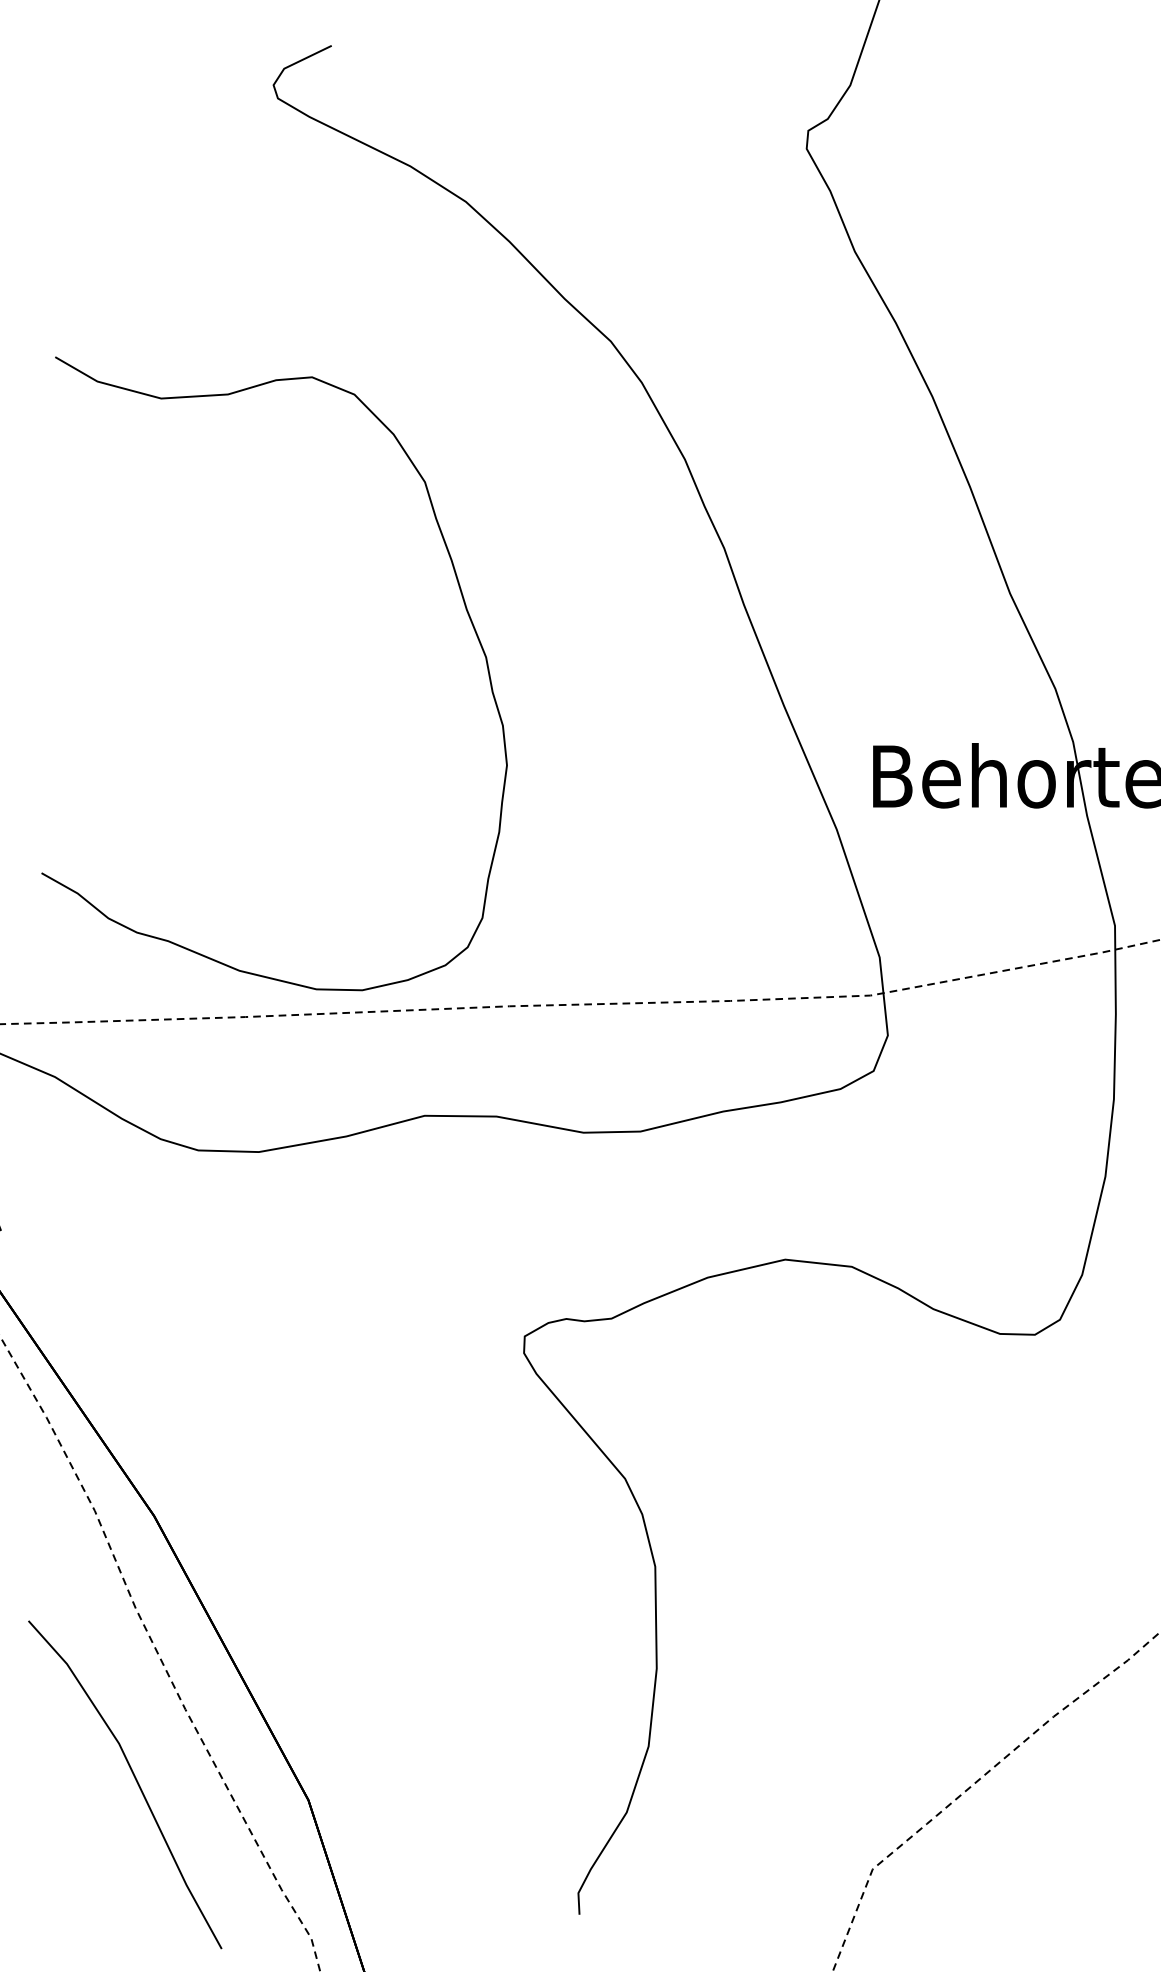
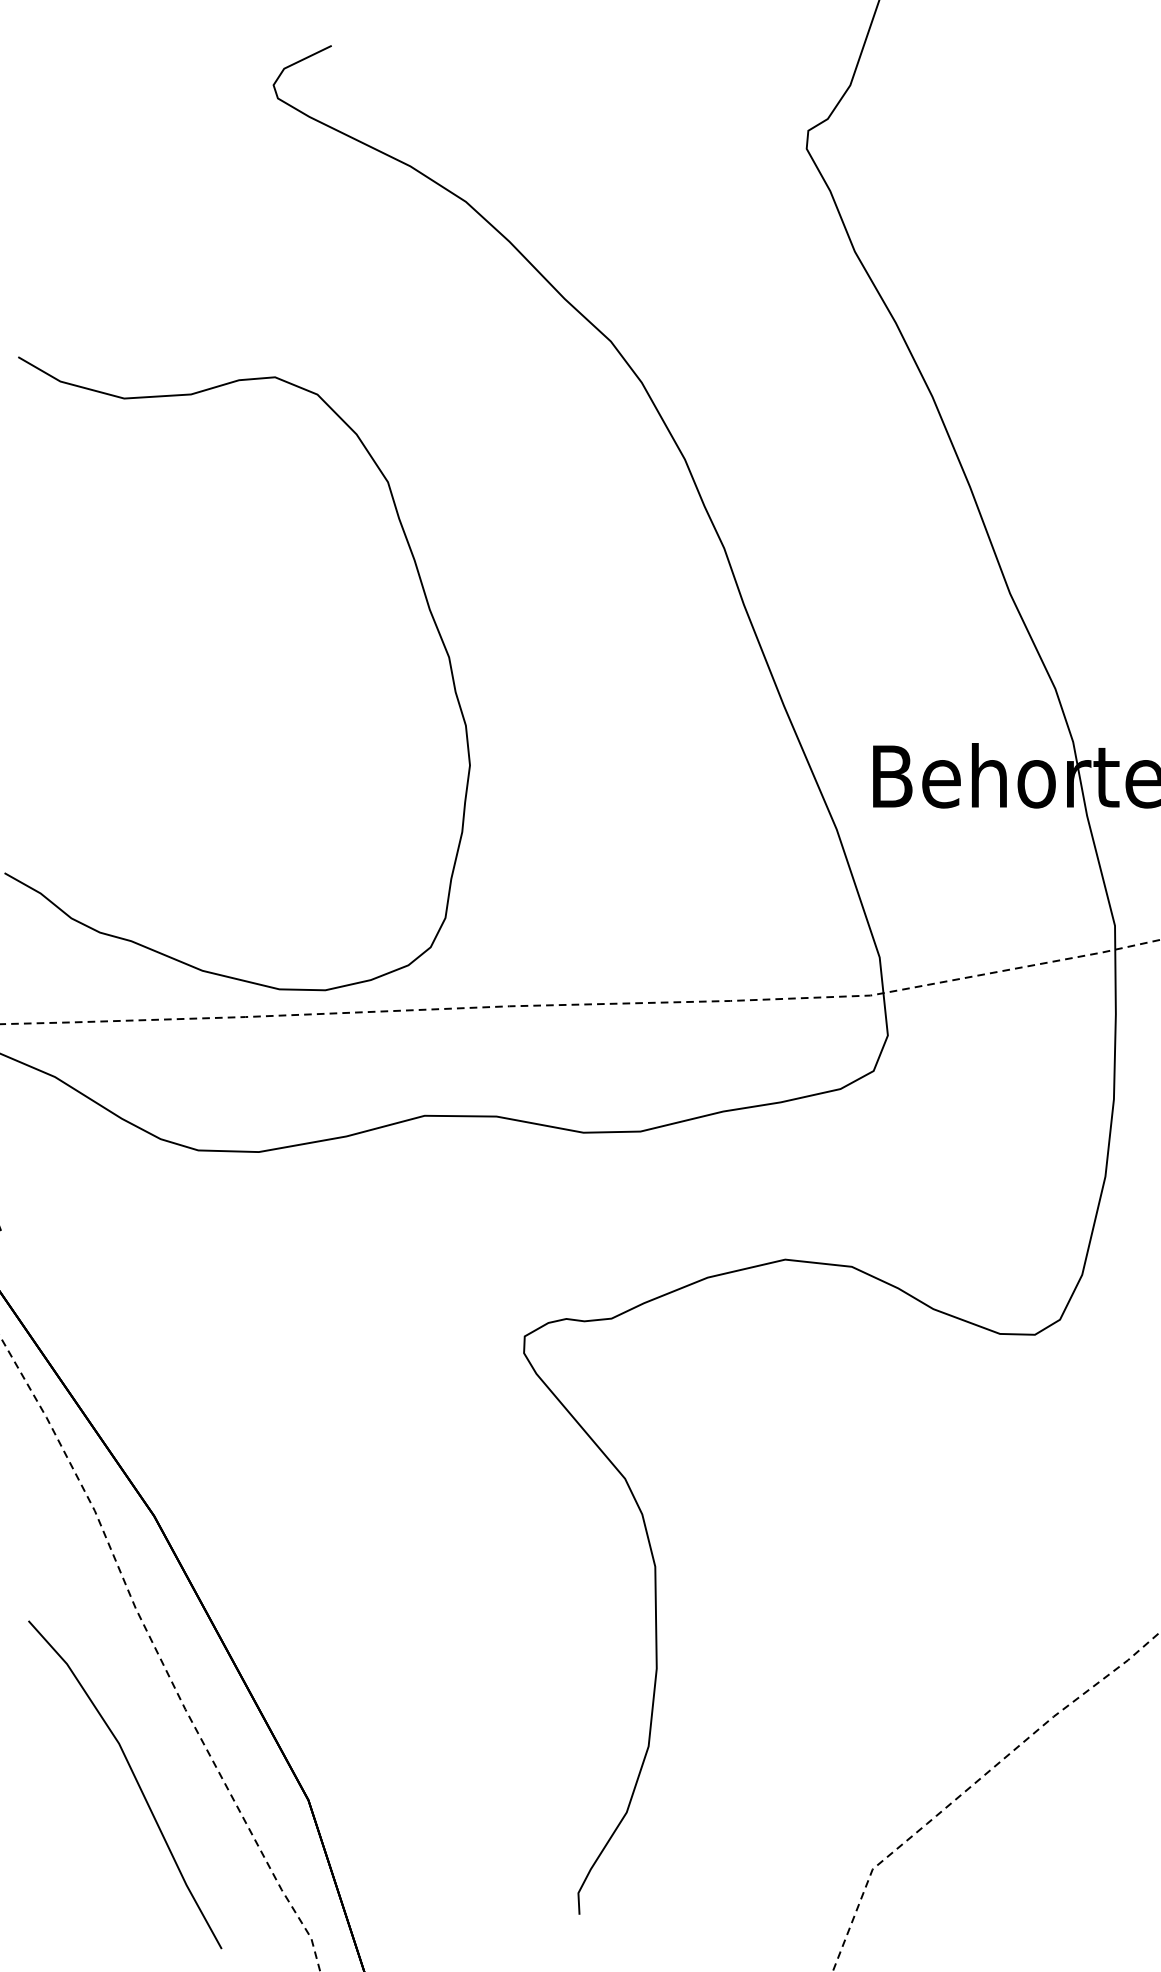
curve at (465, 609) position: (465, 609) -> (428, 609)
